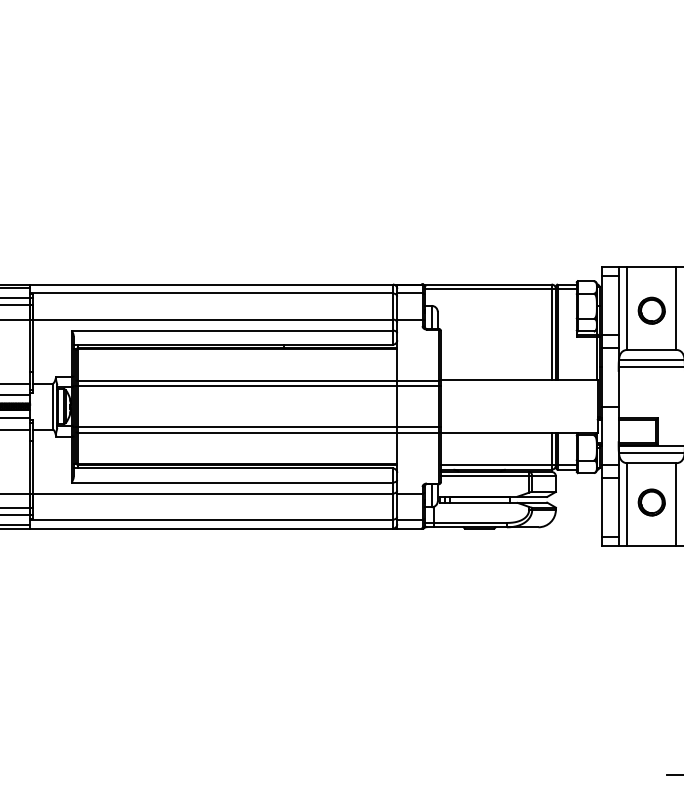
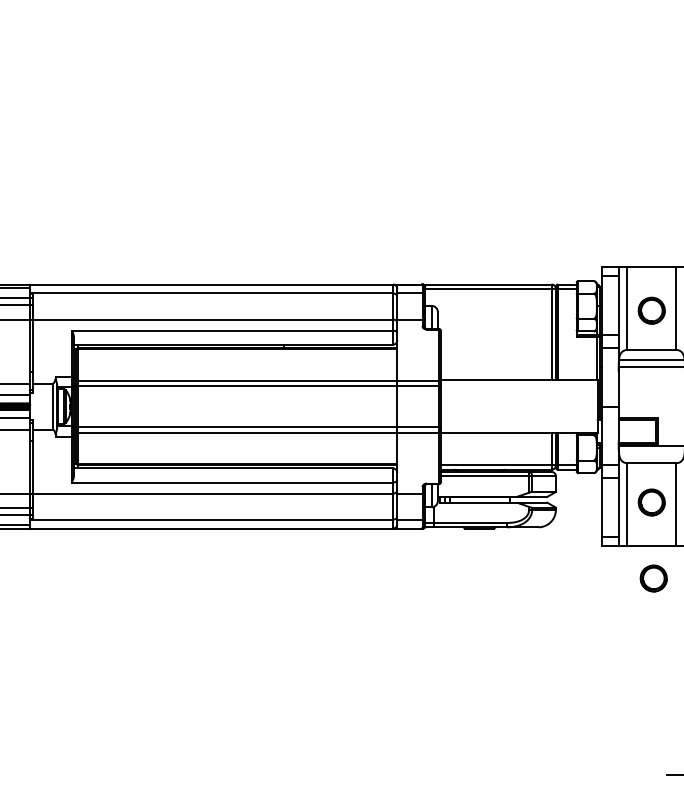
line at (649, 453): present -> none
part at (653, 578): none -> present
